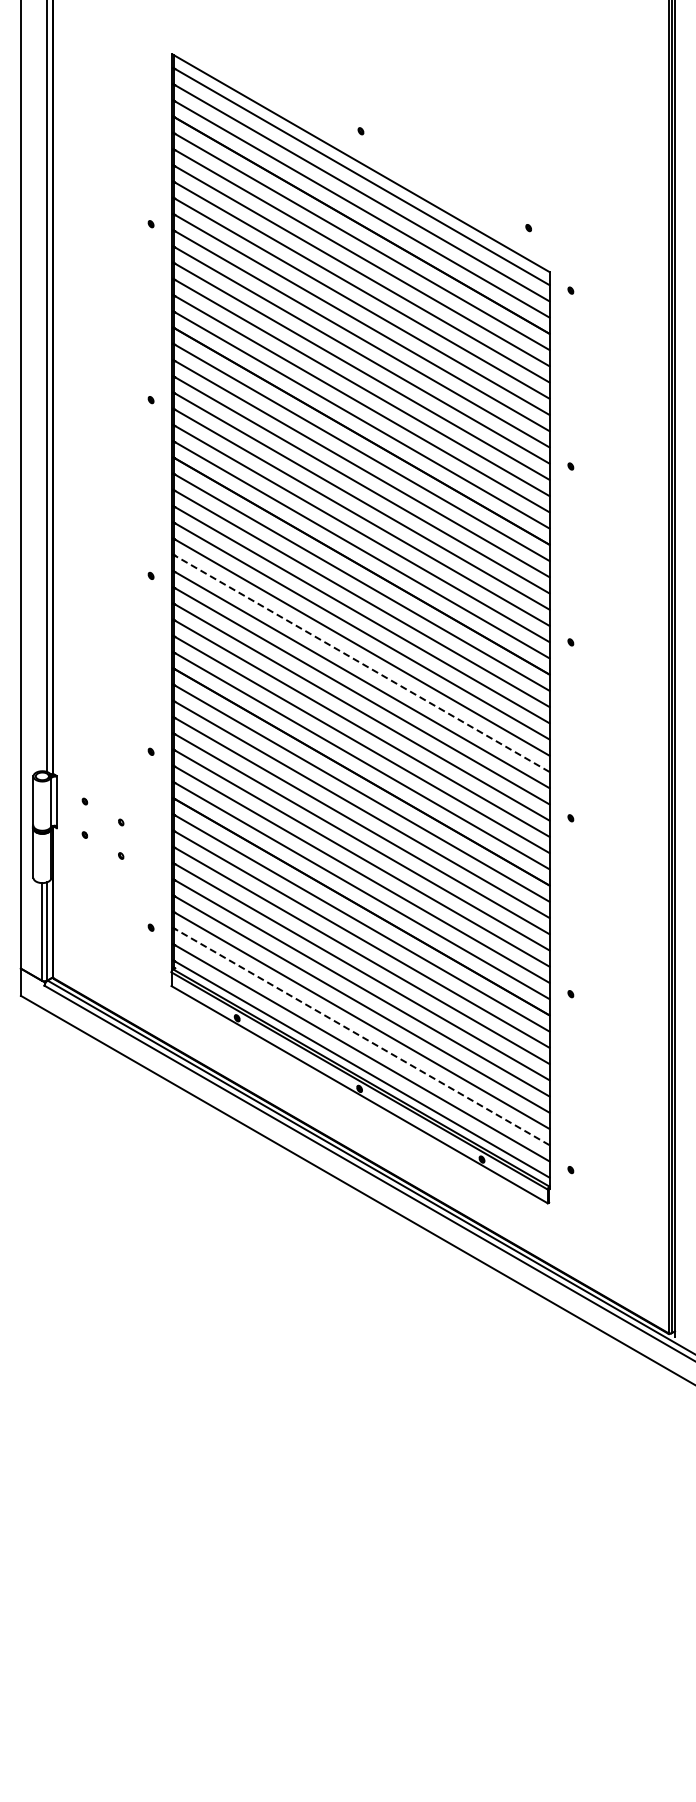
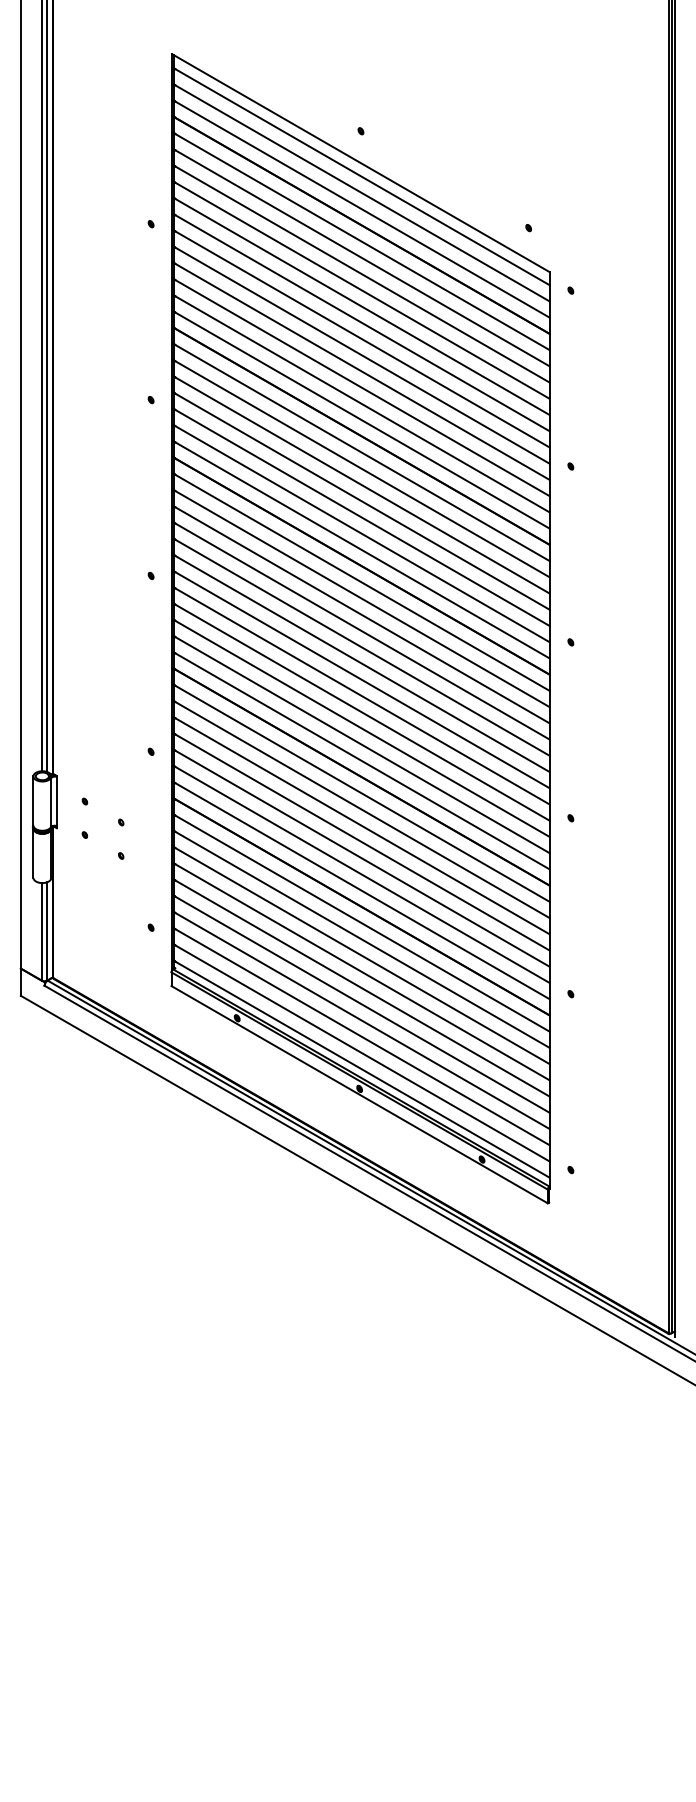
line at (41, 386): none -> present
line at (361, 663): dashed -> solid
line at (361, 1036): dashed -> solid
